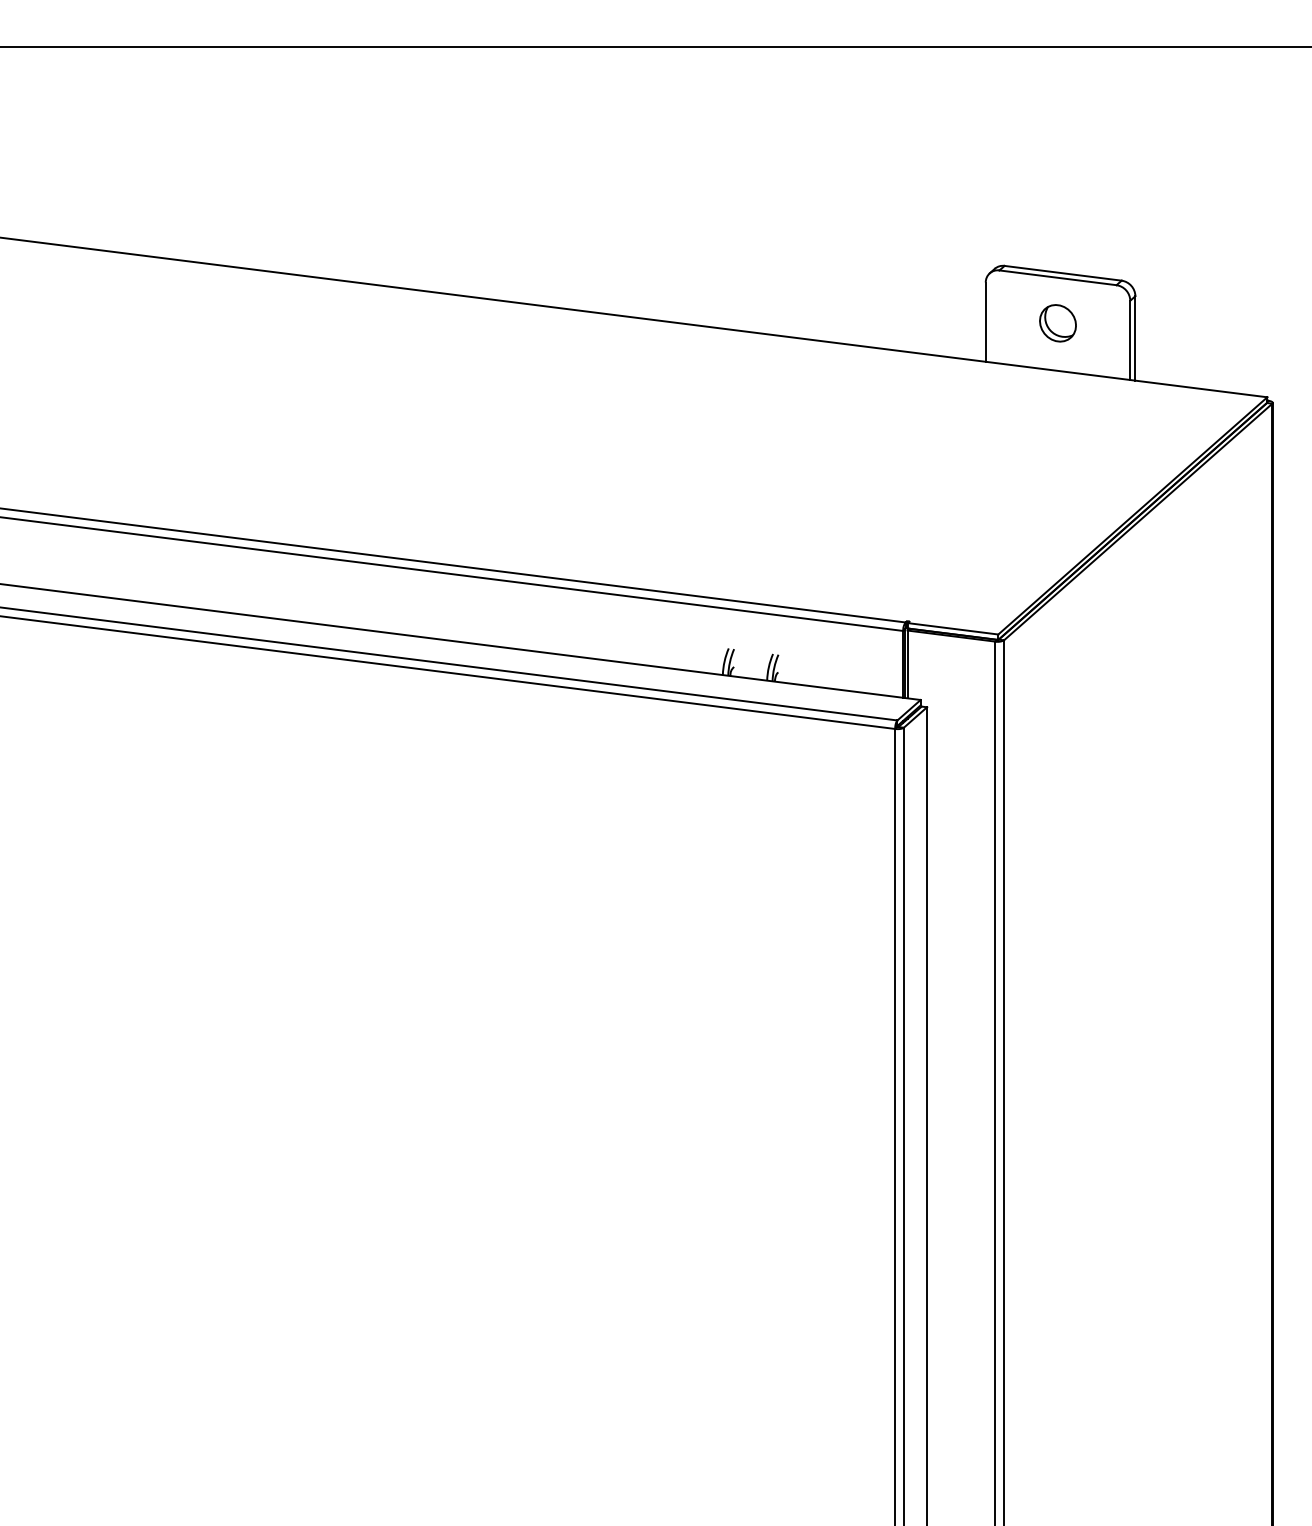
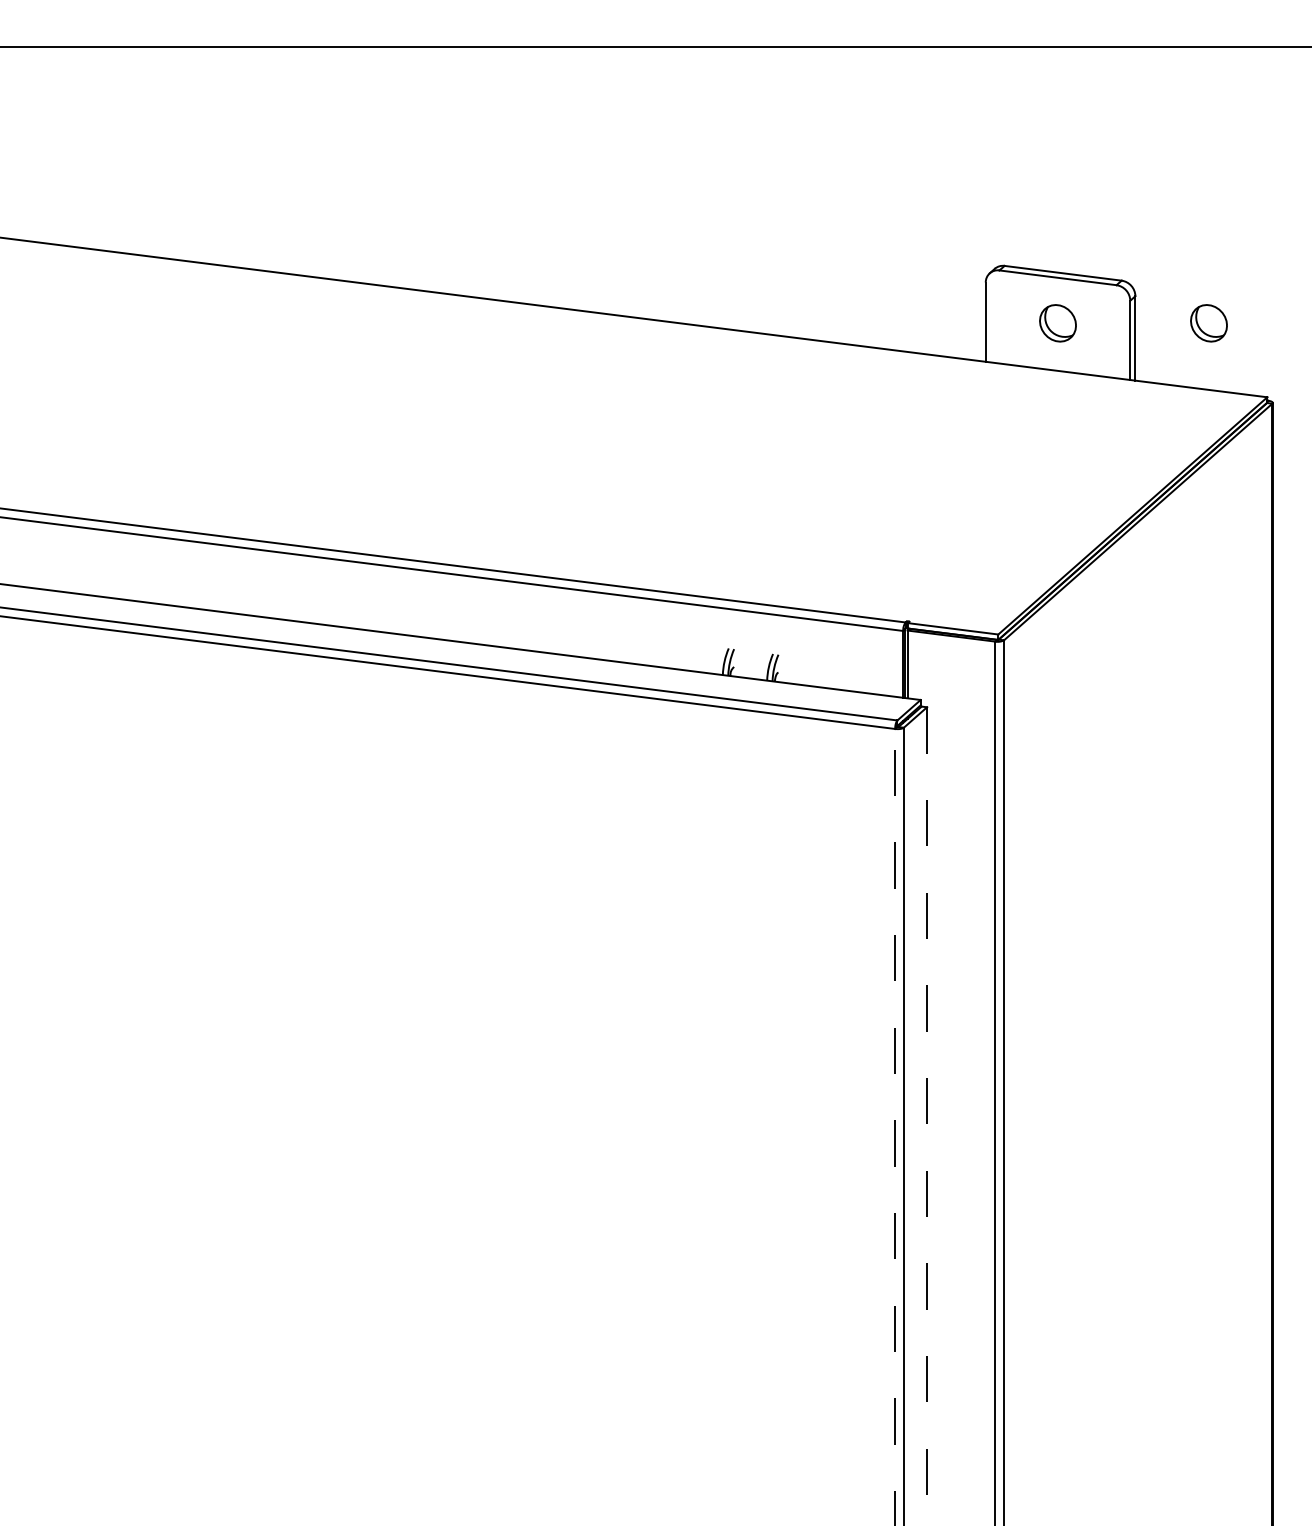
part at (1208, 323): none -> present
line at (927, 1116): solid -> dashed
line at (895, 1126): solid -> dashed
